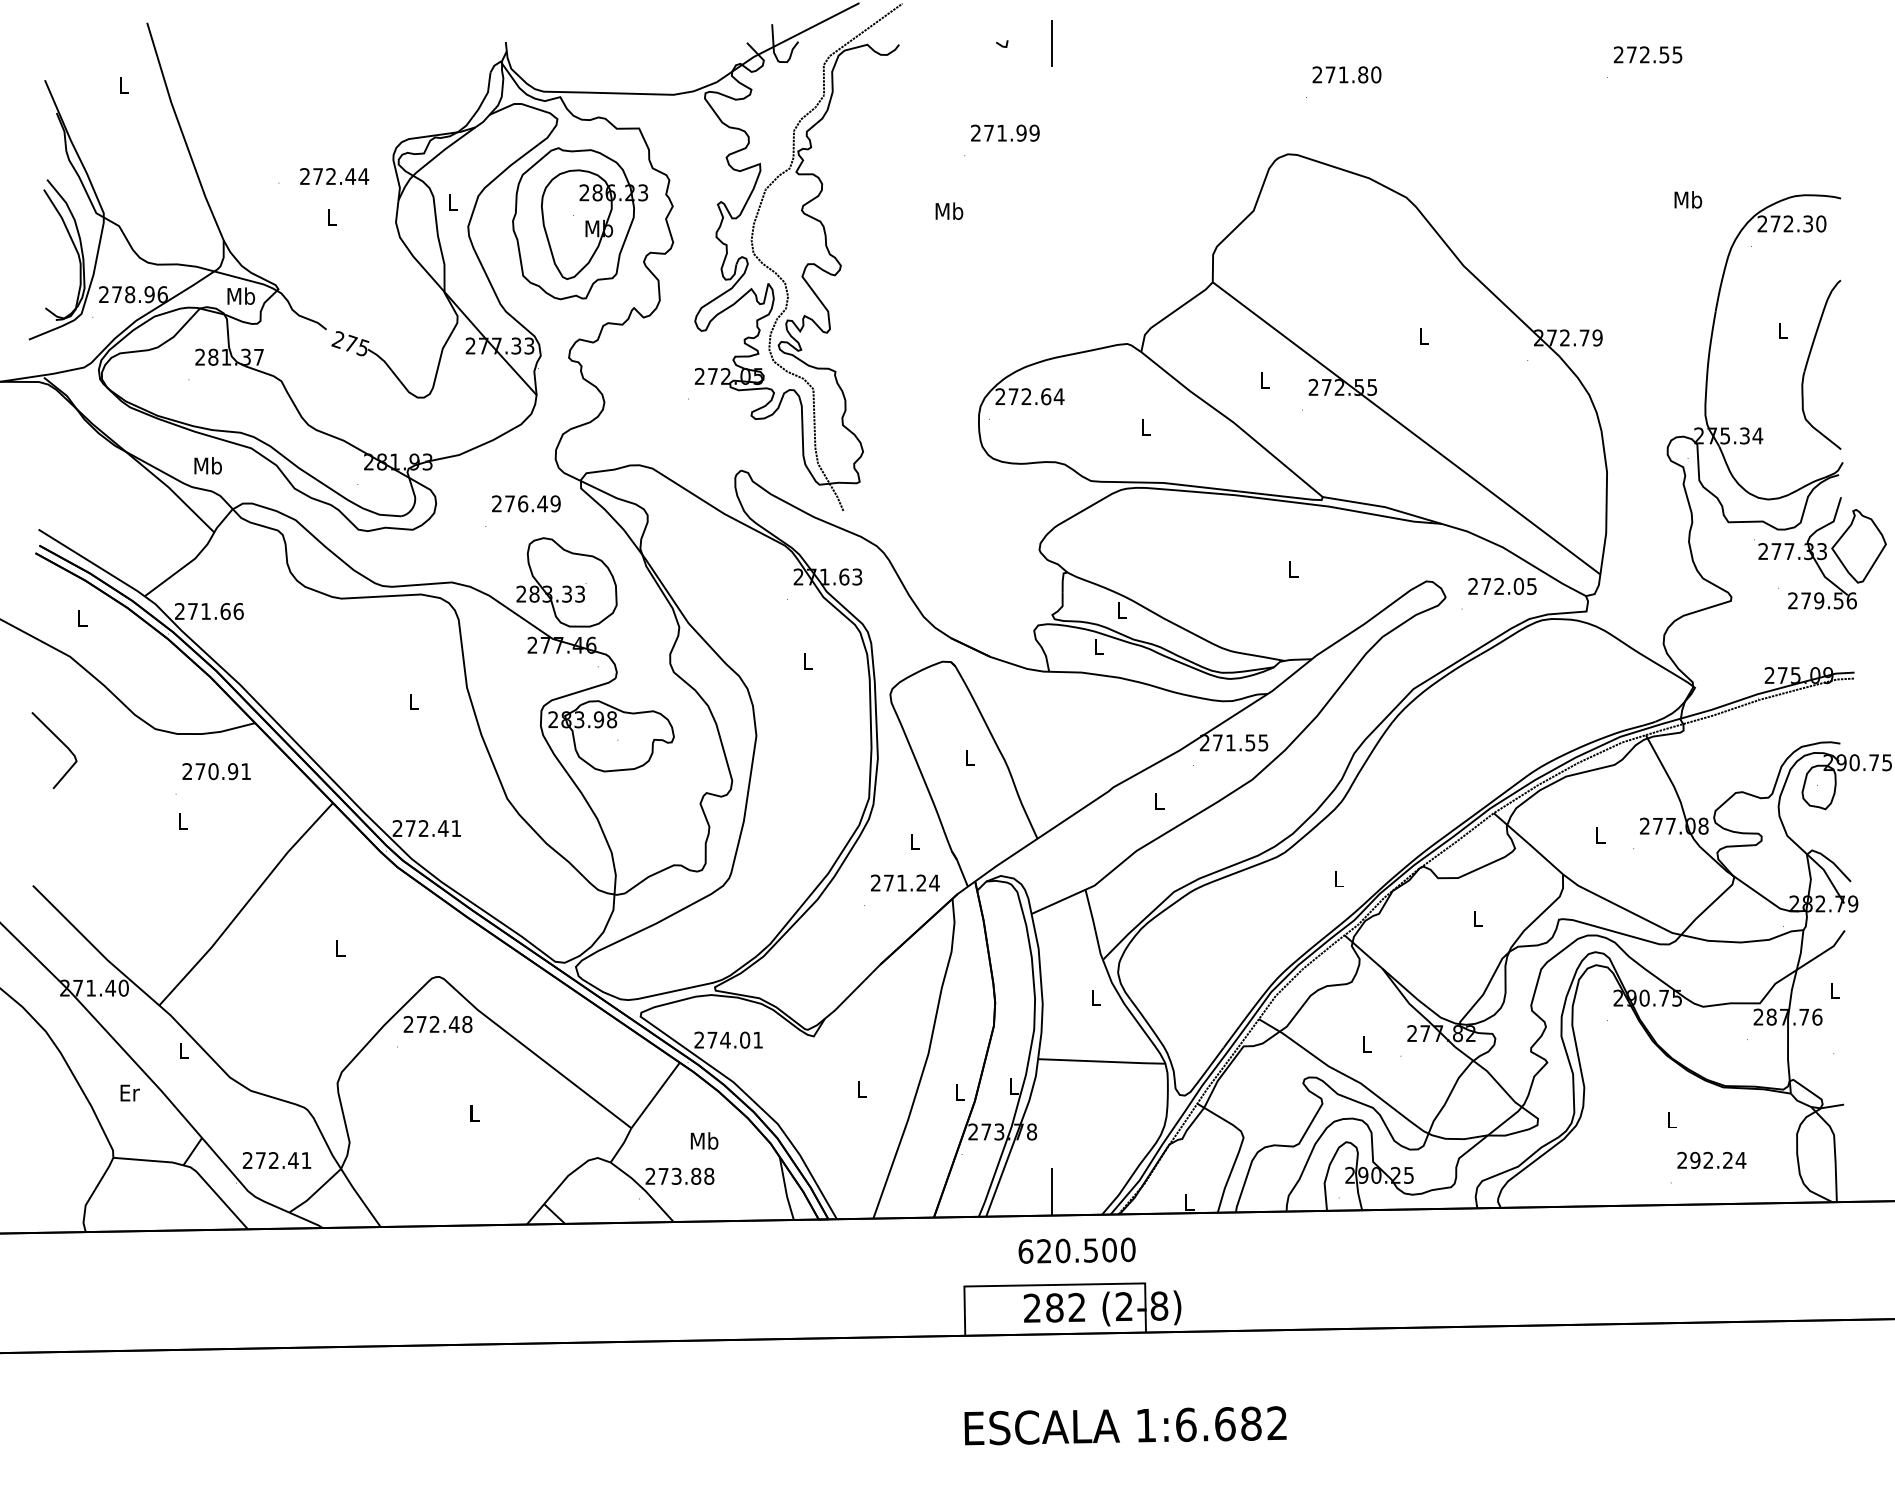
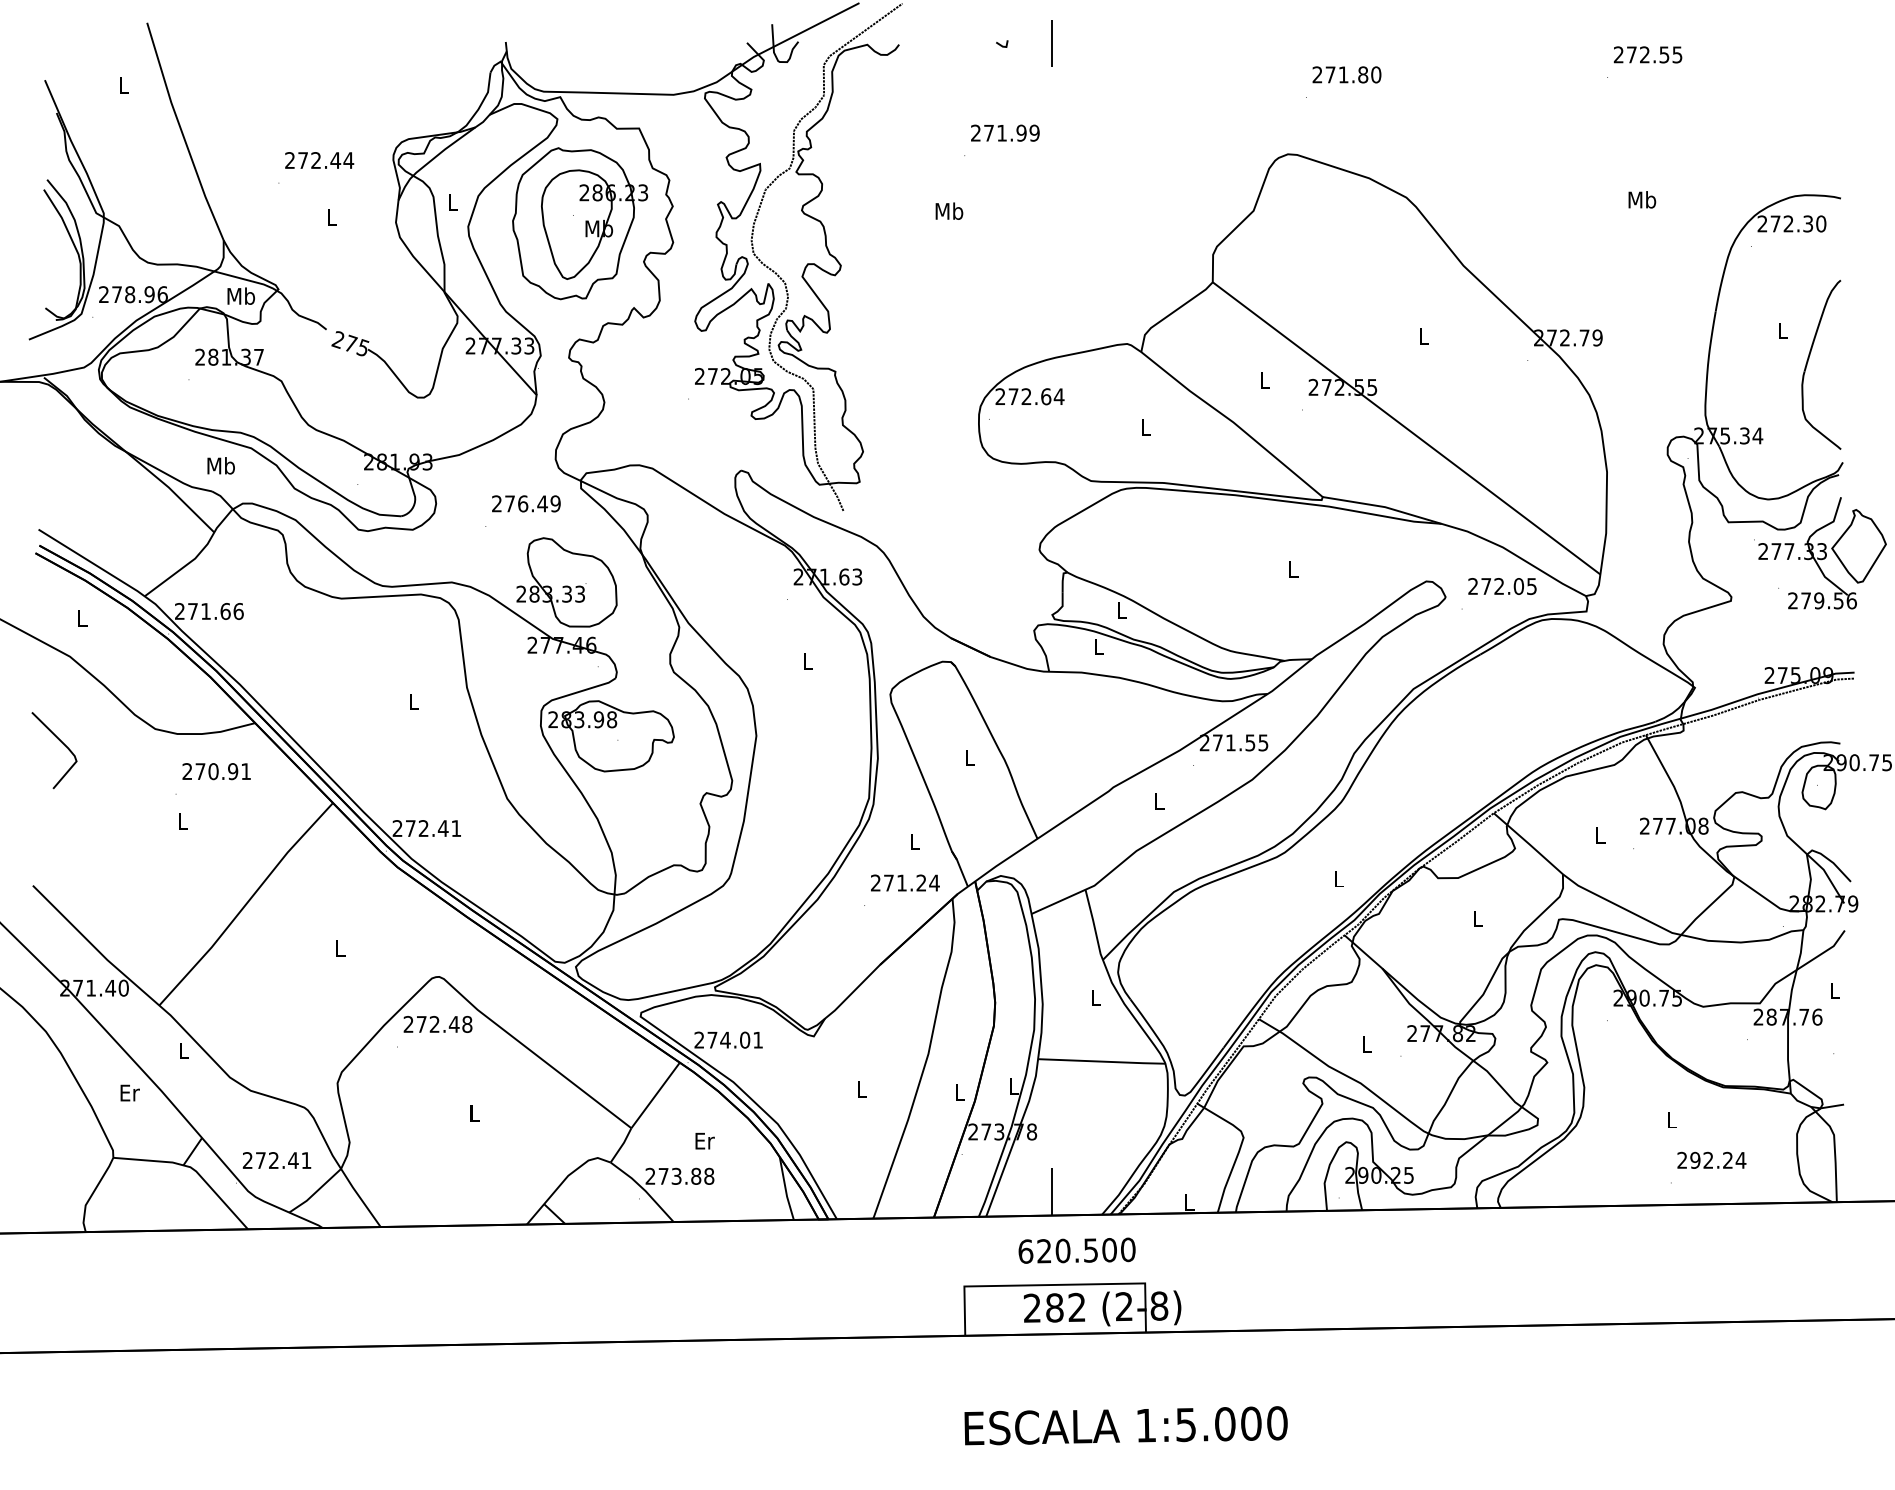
text at (334, 176) position: (334, 176) -> (319, 160)
text at (1688, 199) position: (1688, 199) -> (1642, 199)
text at (207, 465) position: (207, 465) -> (220, 465)
text at (704, 1140): Mb -> Er
text at (1231, 1424): 1:6.682 -> 1:5.000
